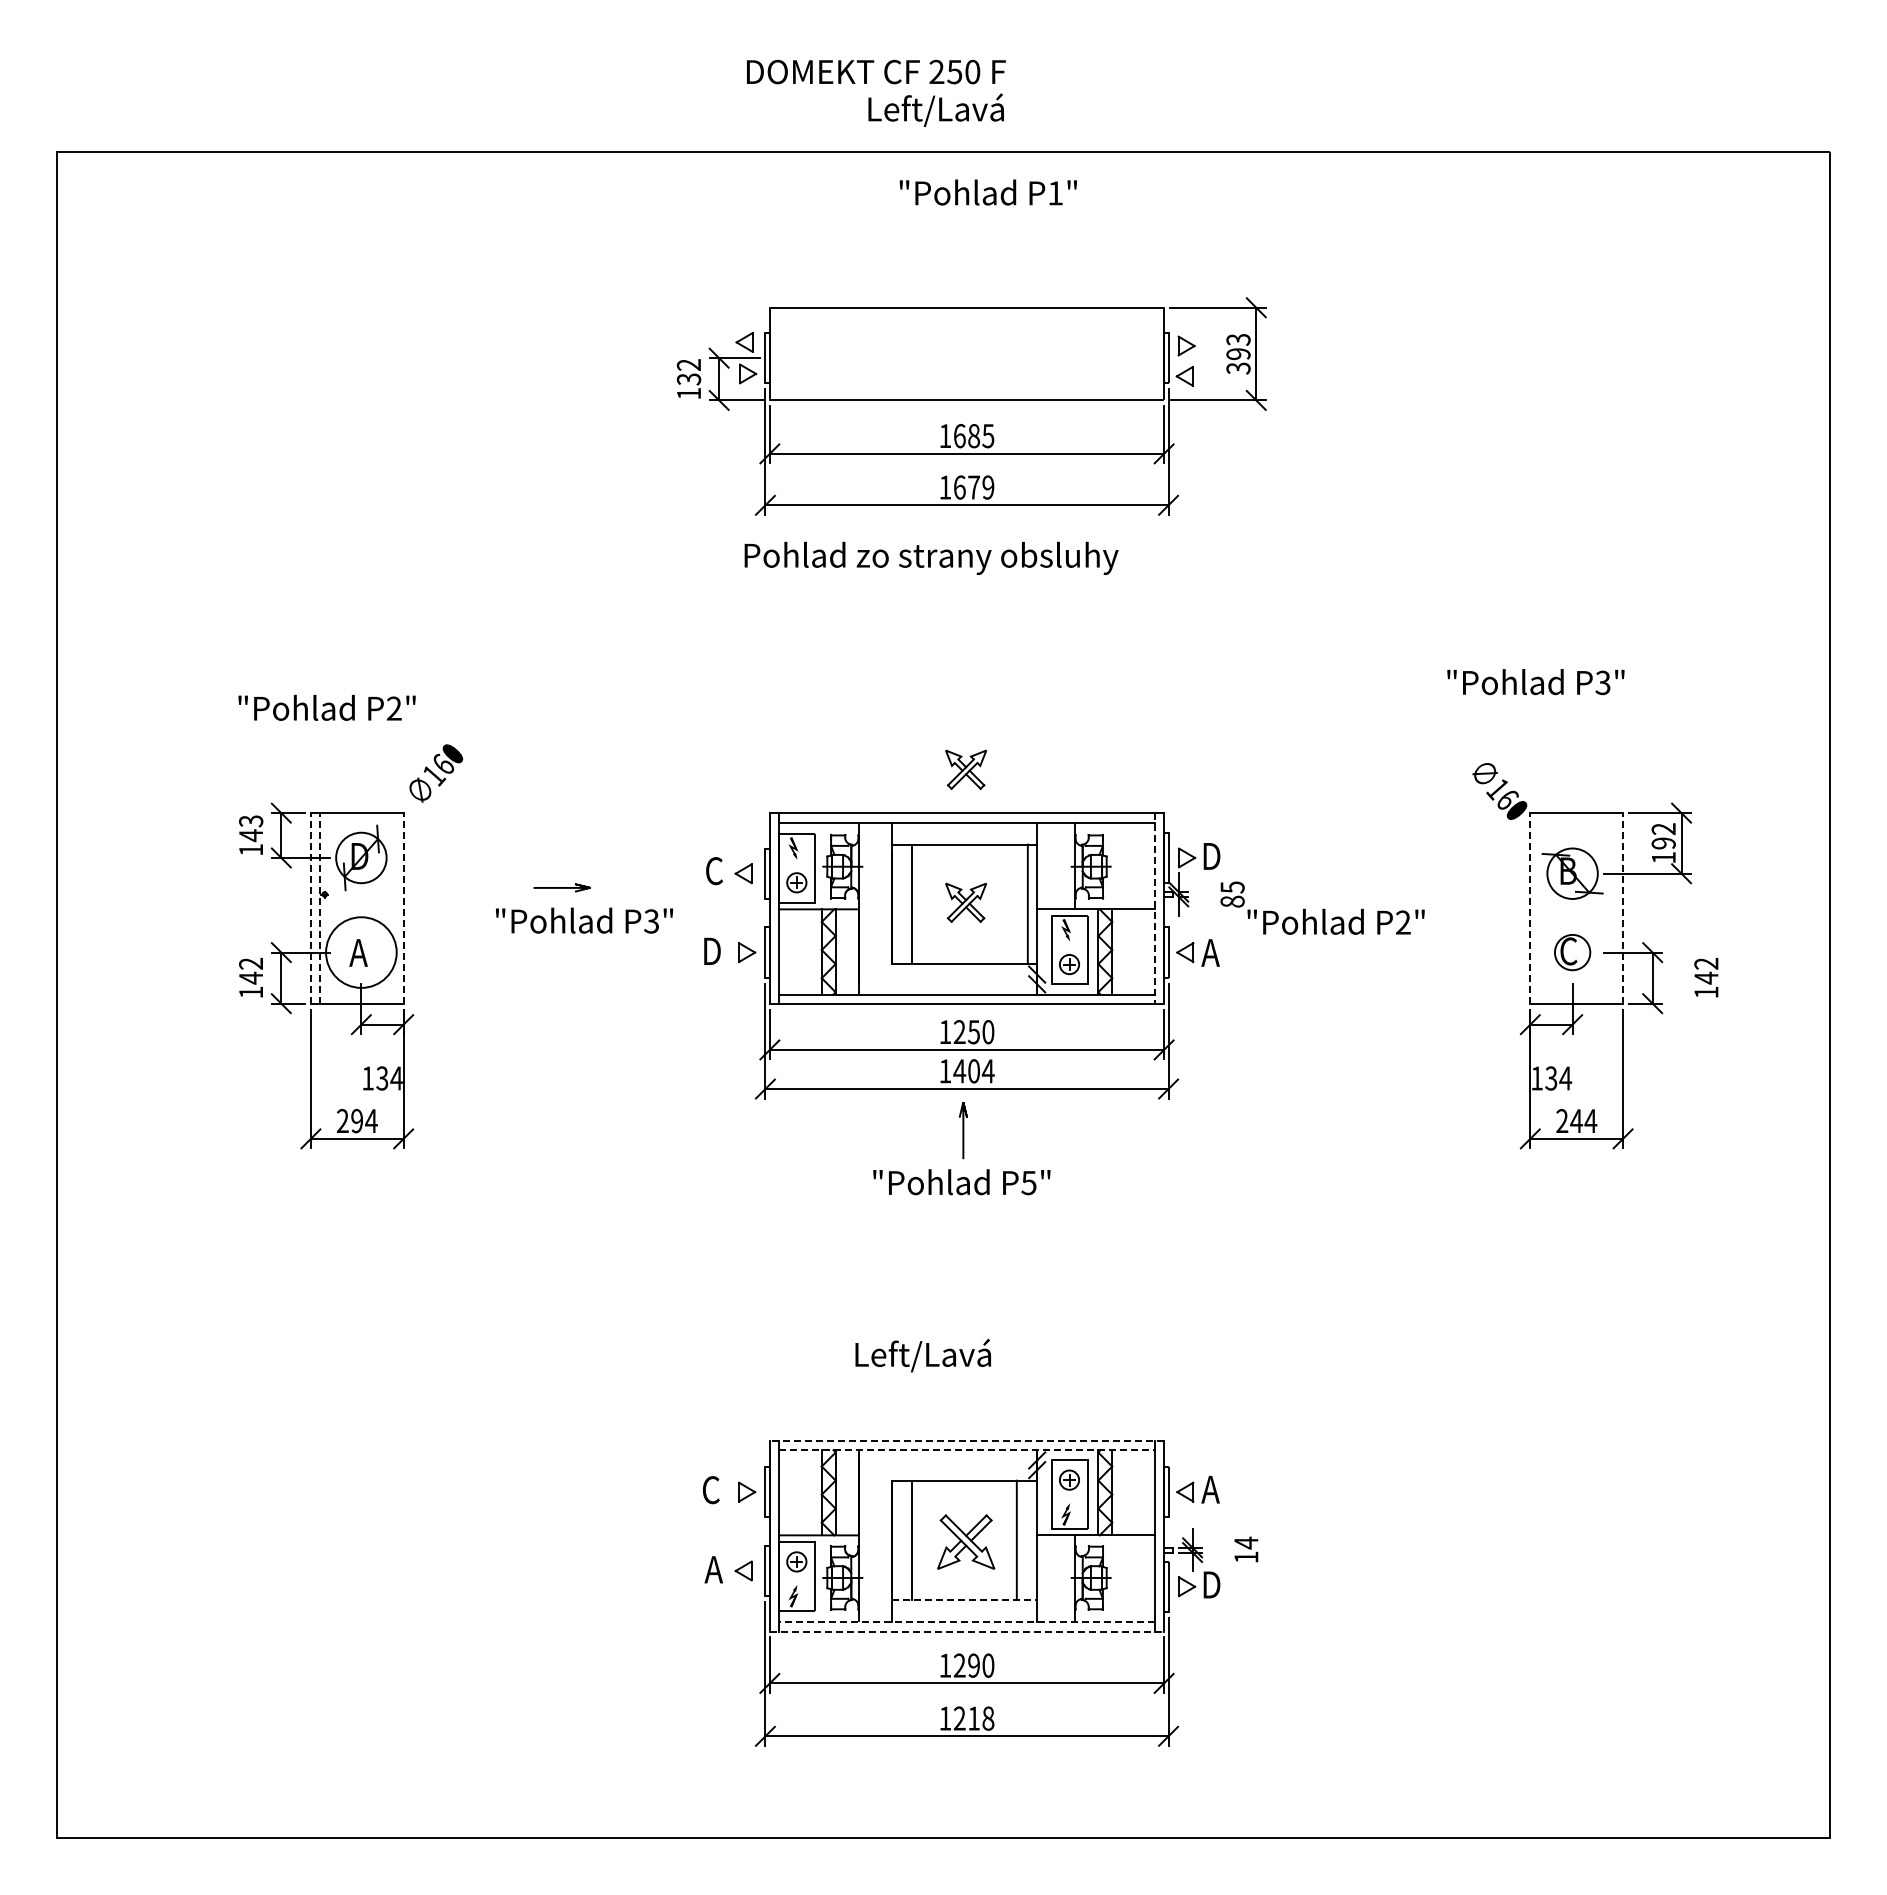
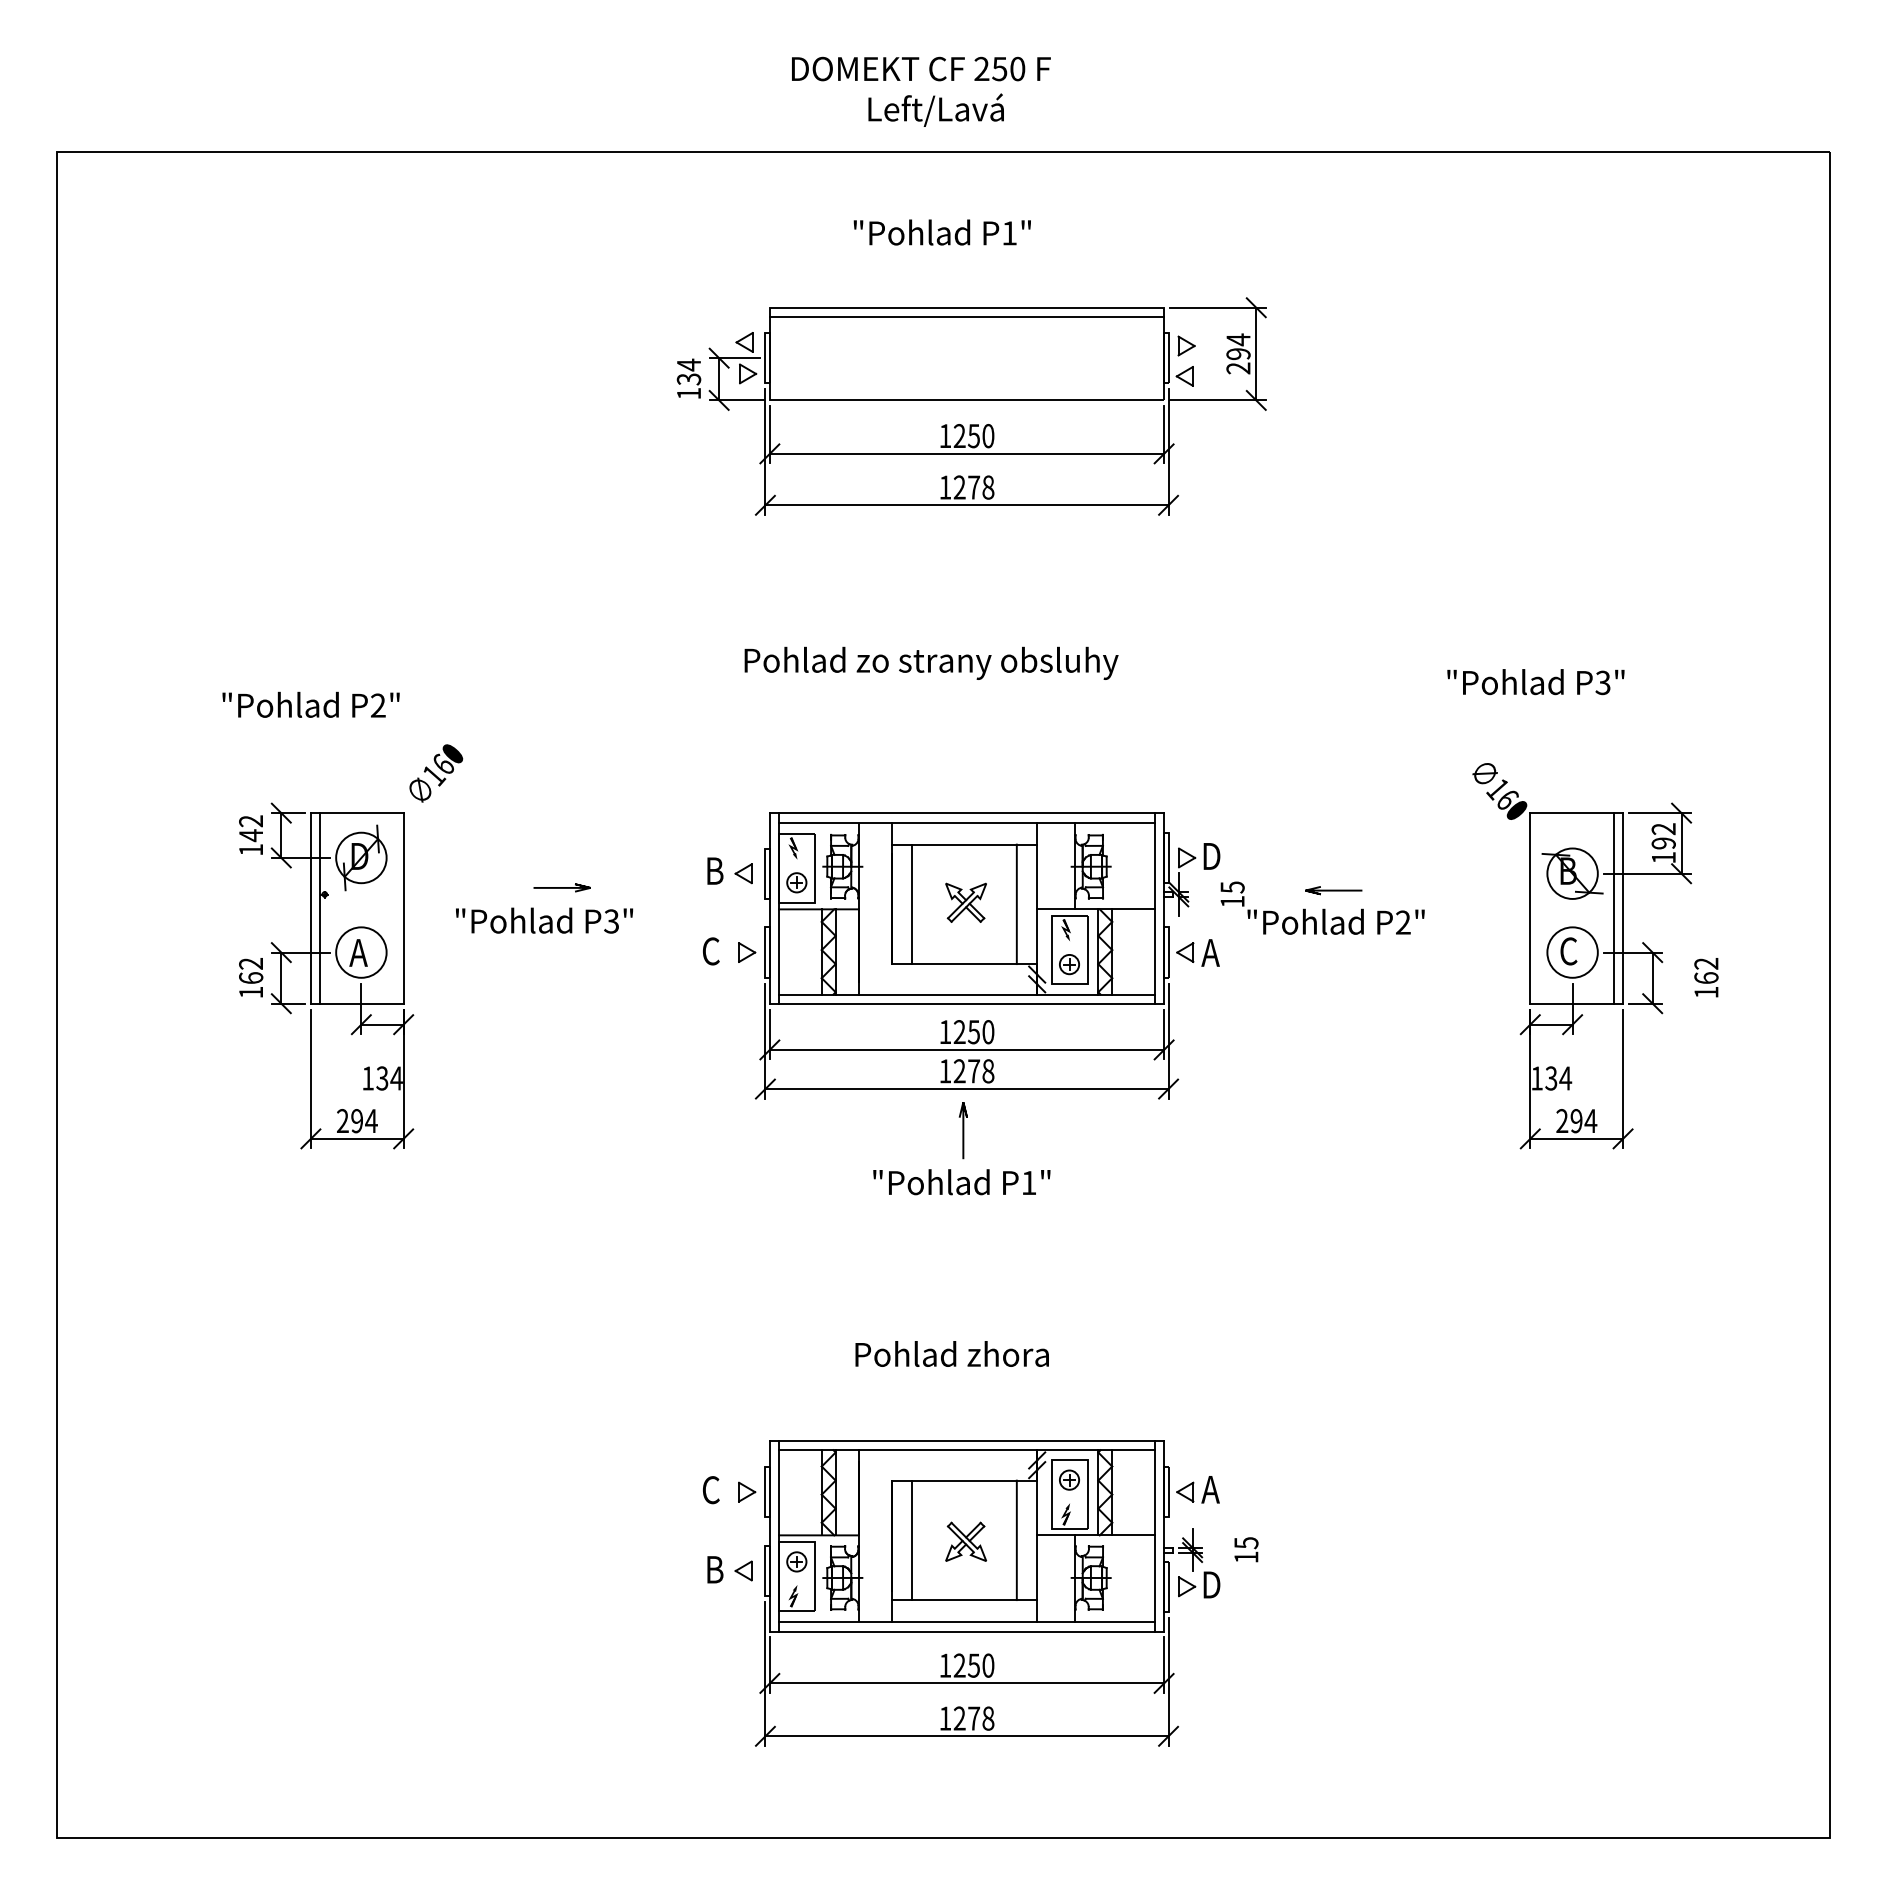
text at (876, 71) position: (876, 71) -> (921, 68)
text at (987, 192) position: (987, 192) -> (941, 232)
line at (966, 317): none -> present
text at (1238, 353): 393 -> 294
text at (688, 364): 132 -> 134
text at (973, 435): 1685 -> 1250
text at (973, 487): 1679 -> 1278
text at (931, 557) position: (931, 557) -> (931, 662)
text at (326, 707) position: (326, 707) -> (310, 704)
part at (965, 769): present -> none
text at (251, 821): 143 -> 142
text at (714, 871): C -> B
line at (1333, 890): none -> present
text at (1232, 901): 85 -> 15
line at (1027, 904) position: (1027, 904) -> (1016, 904)
line at (310, 907): dashed -> solid
line at (320, 907): dashed -> solid
line at (403, 907): dashed -> solid
line at (1530, 907): dashed -> solid
line at (1623, 907): dashed -> solid
line at (1155, 908): dashed -> solid
line at (1613, 908): none -> present
text at (584, 920) position: (584, 920) -> (544, 920)
text at (711, 951): D -> C
circle at (361, 952) diameter: 71 px -> 50 px
circle at (1572, 952) diameter: 35 px -> 50 px
text at (251, 977): 142 -> 162
text at (1706, 977): 142 -> 162
text at (973, 1071): 1404 -> 1278
text at (1576, 1121): 244 -> 294
text at (1028, 1183): P5" -> P1"
text at (953, 1355): Left/Lavá -> Pohlad zhora
line at (966, 1441): dashed -> solid
line at (967, 1450): dashed -> solid
part at (966, 1541) size: 59x56 px -> 42x41 px
text at (1246, 1542): 14 -> 15
text at (713, 1569): A -> B
line at (964, 1600): dashed -> solid
line at (967, 1622): dashed -> solid
line at (967, 1631): dashed -> solid
text at (973, 1665): 1290 -> 1250
text at (974, 1718): 1218 -> 1278
